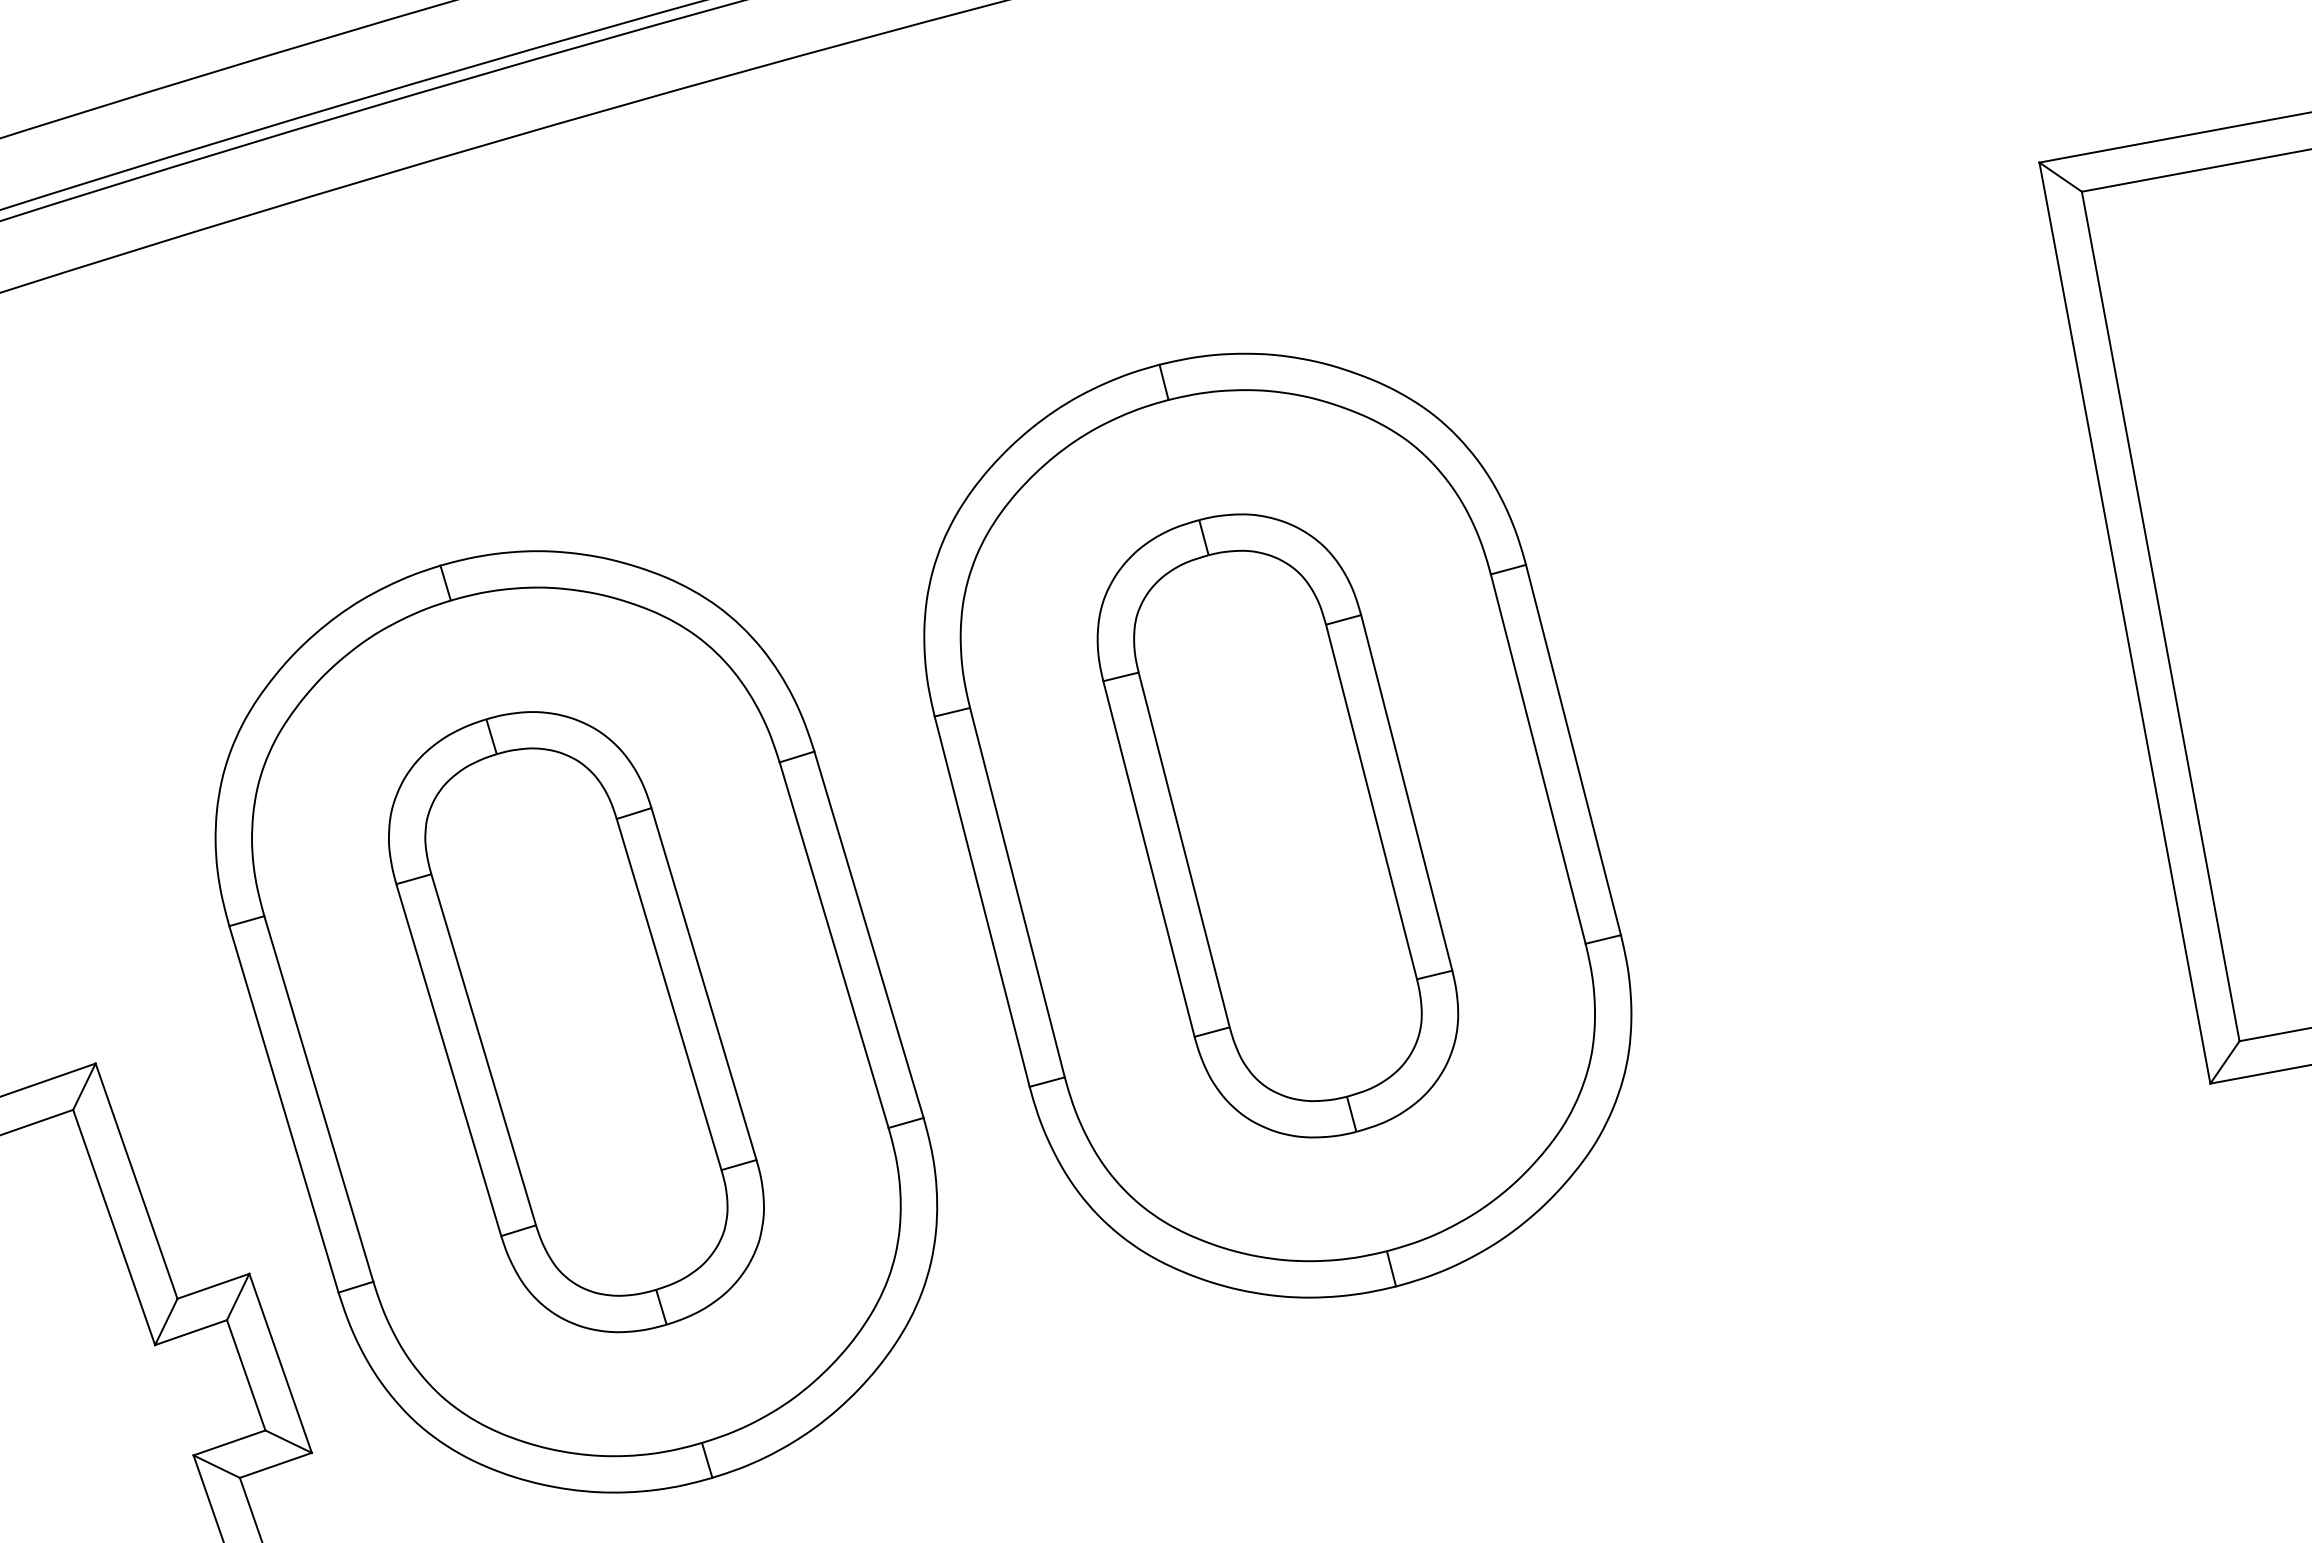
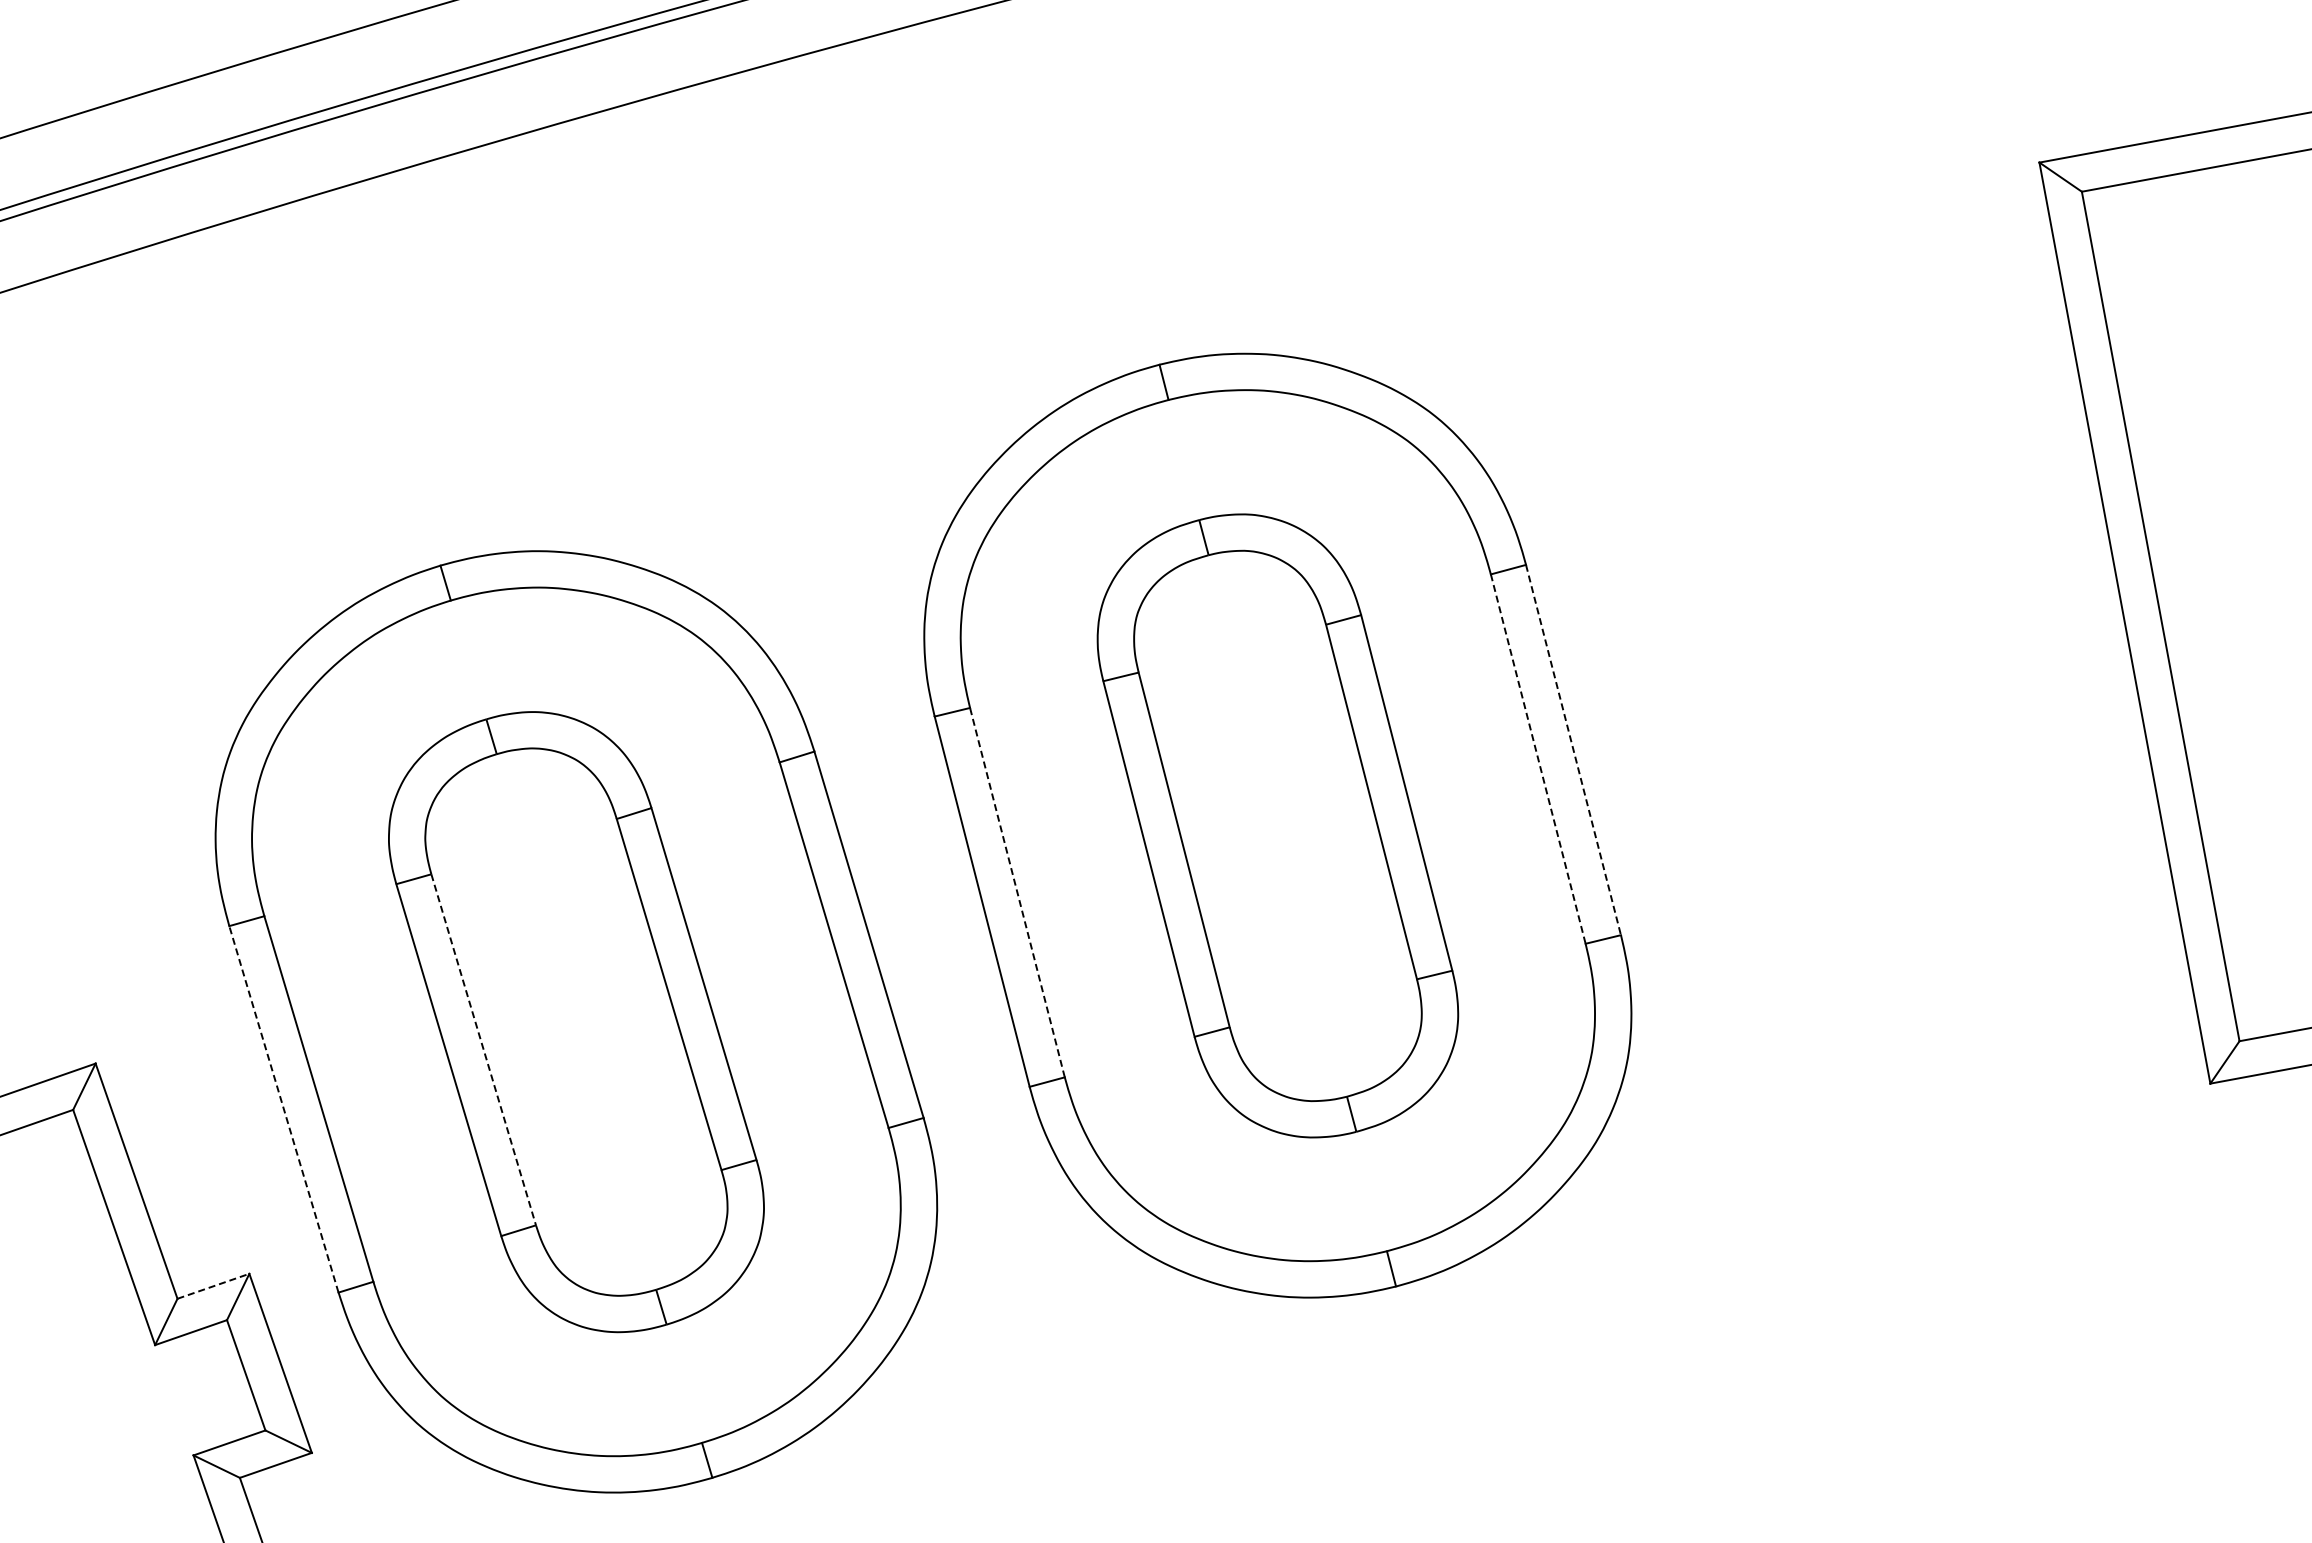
line at (1573, 750): solid -> dashed
line at (1538, 759): solid -> dashed
line at (1017, 892): solid -> dashed
line at (483, 1050): solid -> dashed
line at (283, 1108): solid -> dashed
line at (213, 1286): solid -> dashed
